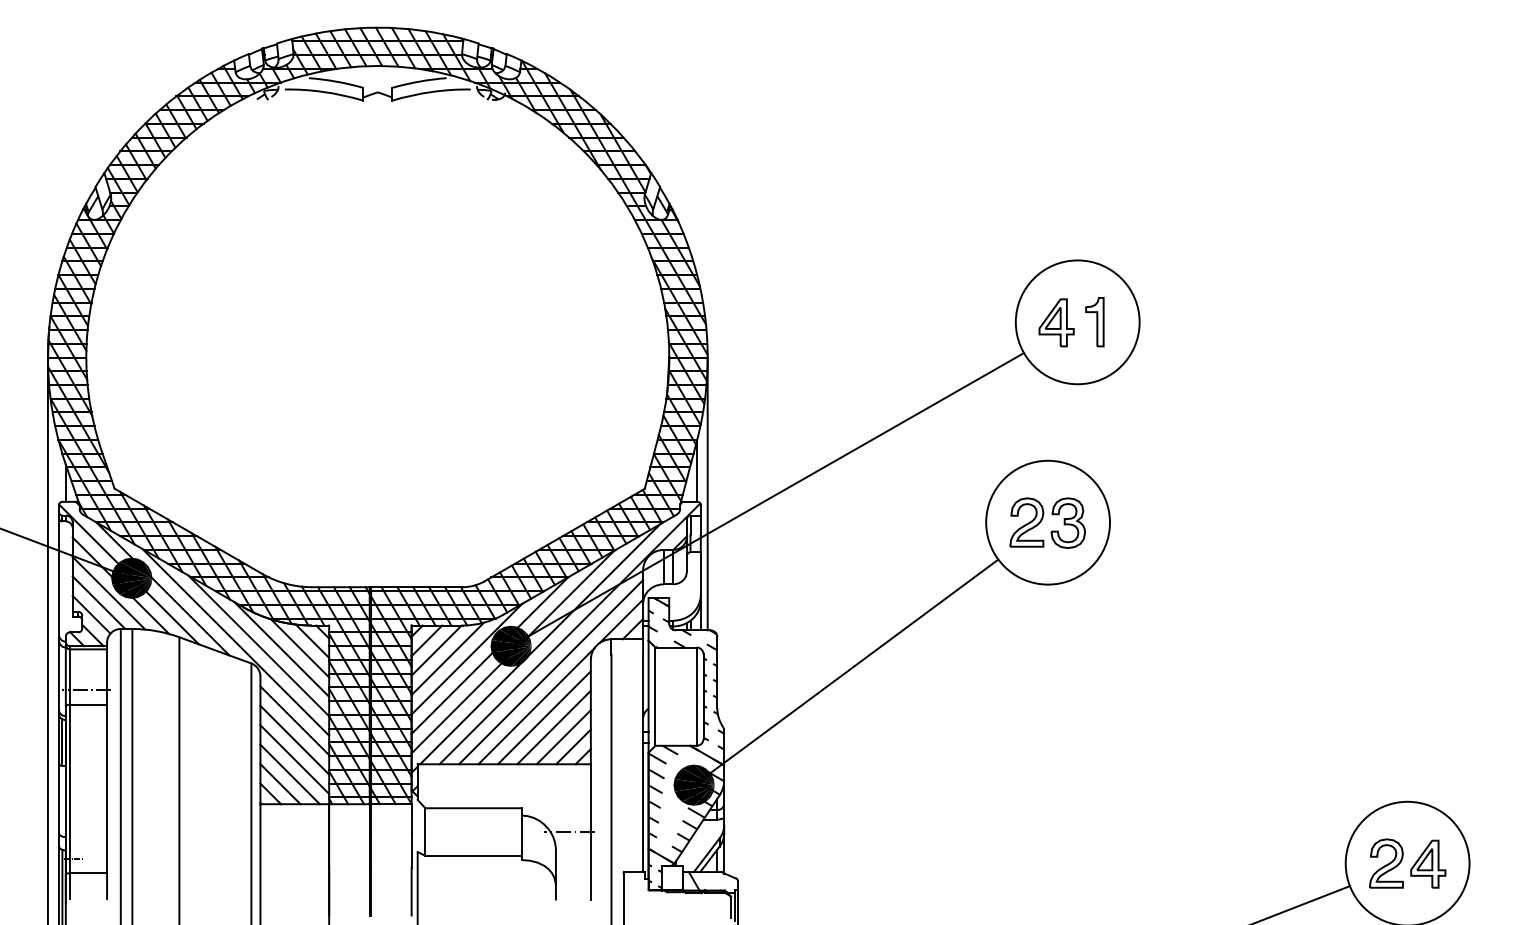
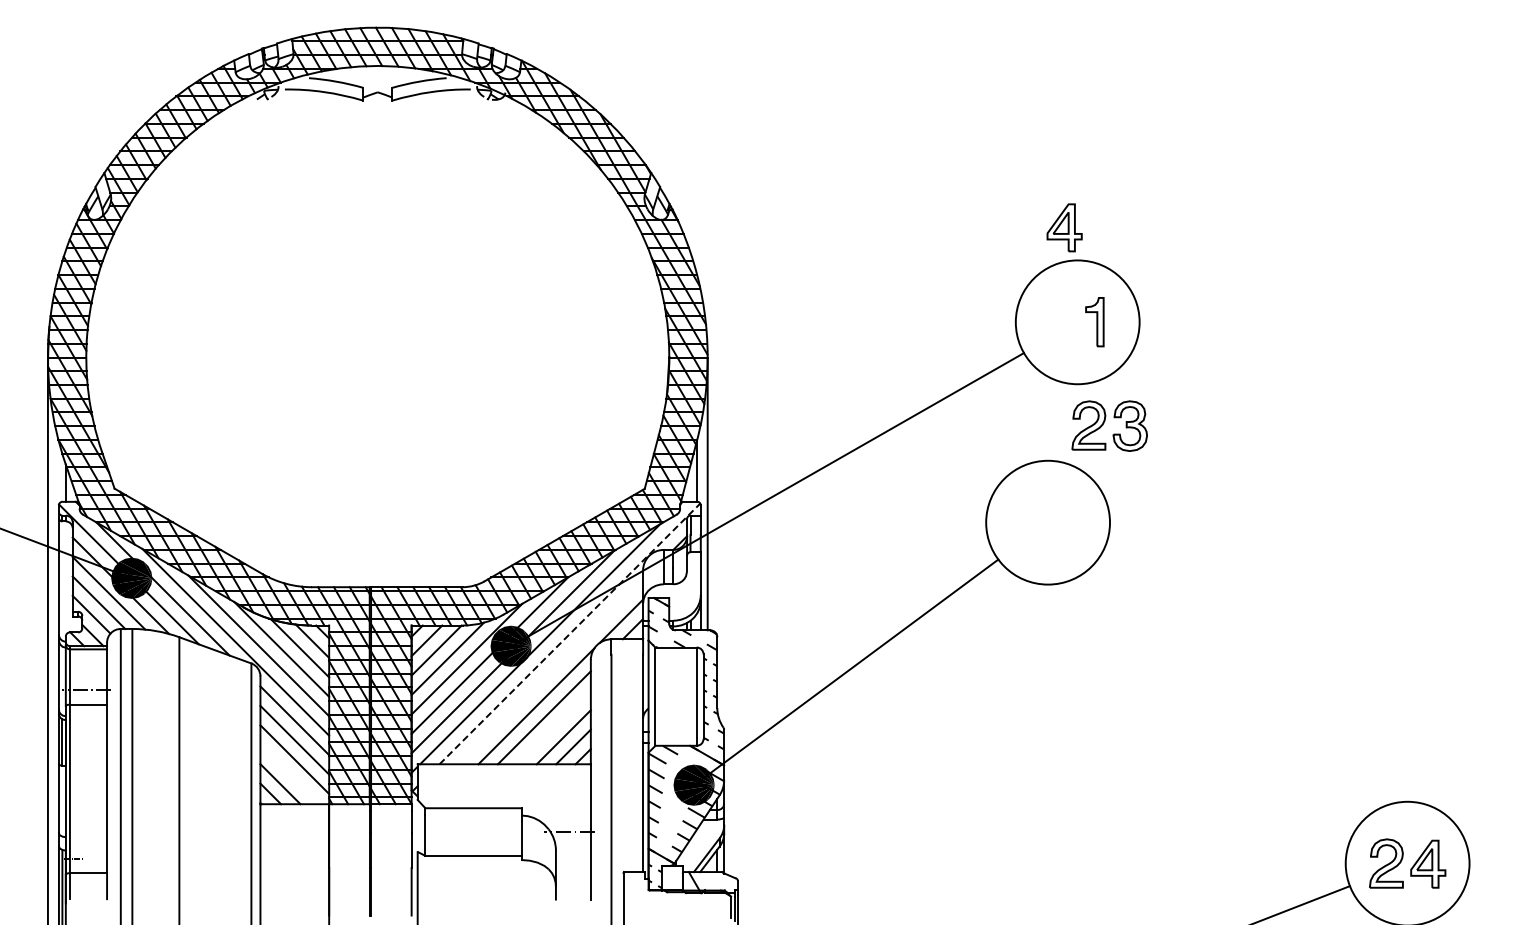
part at (1056, 322) position: (1056, 322) -> (1064, 227)
part at (1047, 522) position: (1047, 522) -> (1109, 425)
line at (570, 633): solid -> dashed
line at (551, 672): present -> none
line at (553, 727): present -> none
line at (289, 774): present -> none
